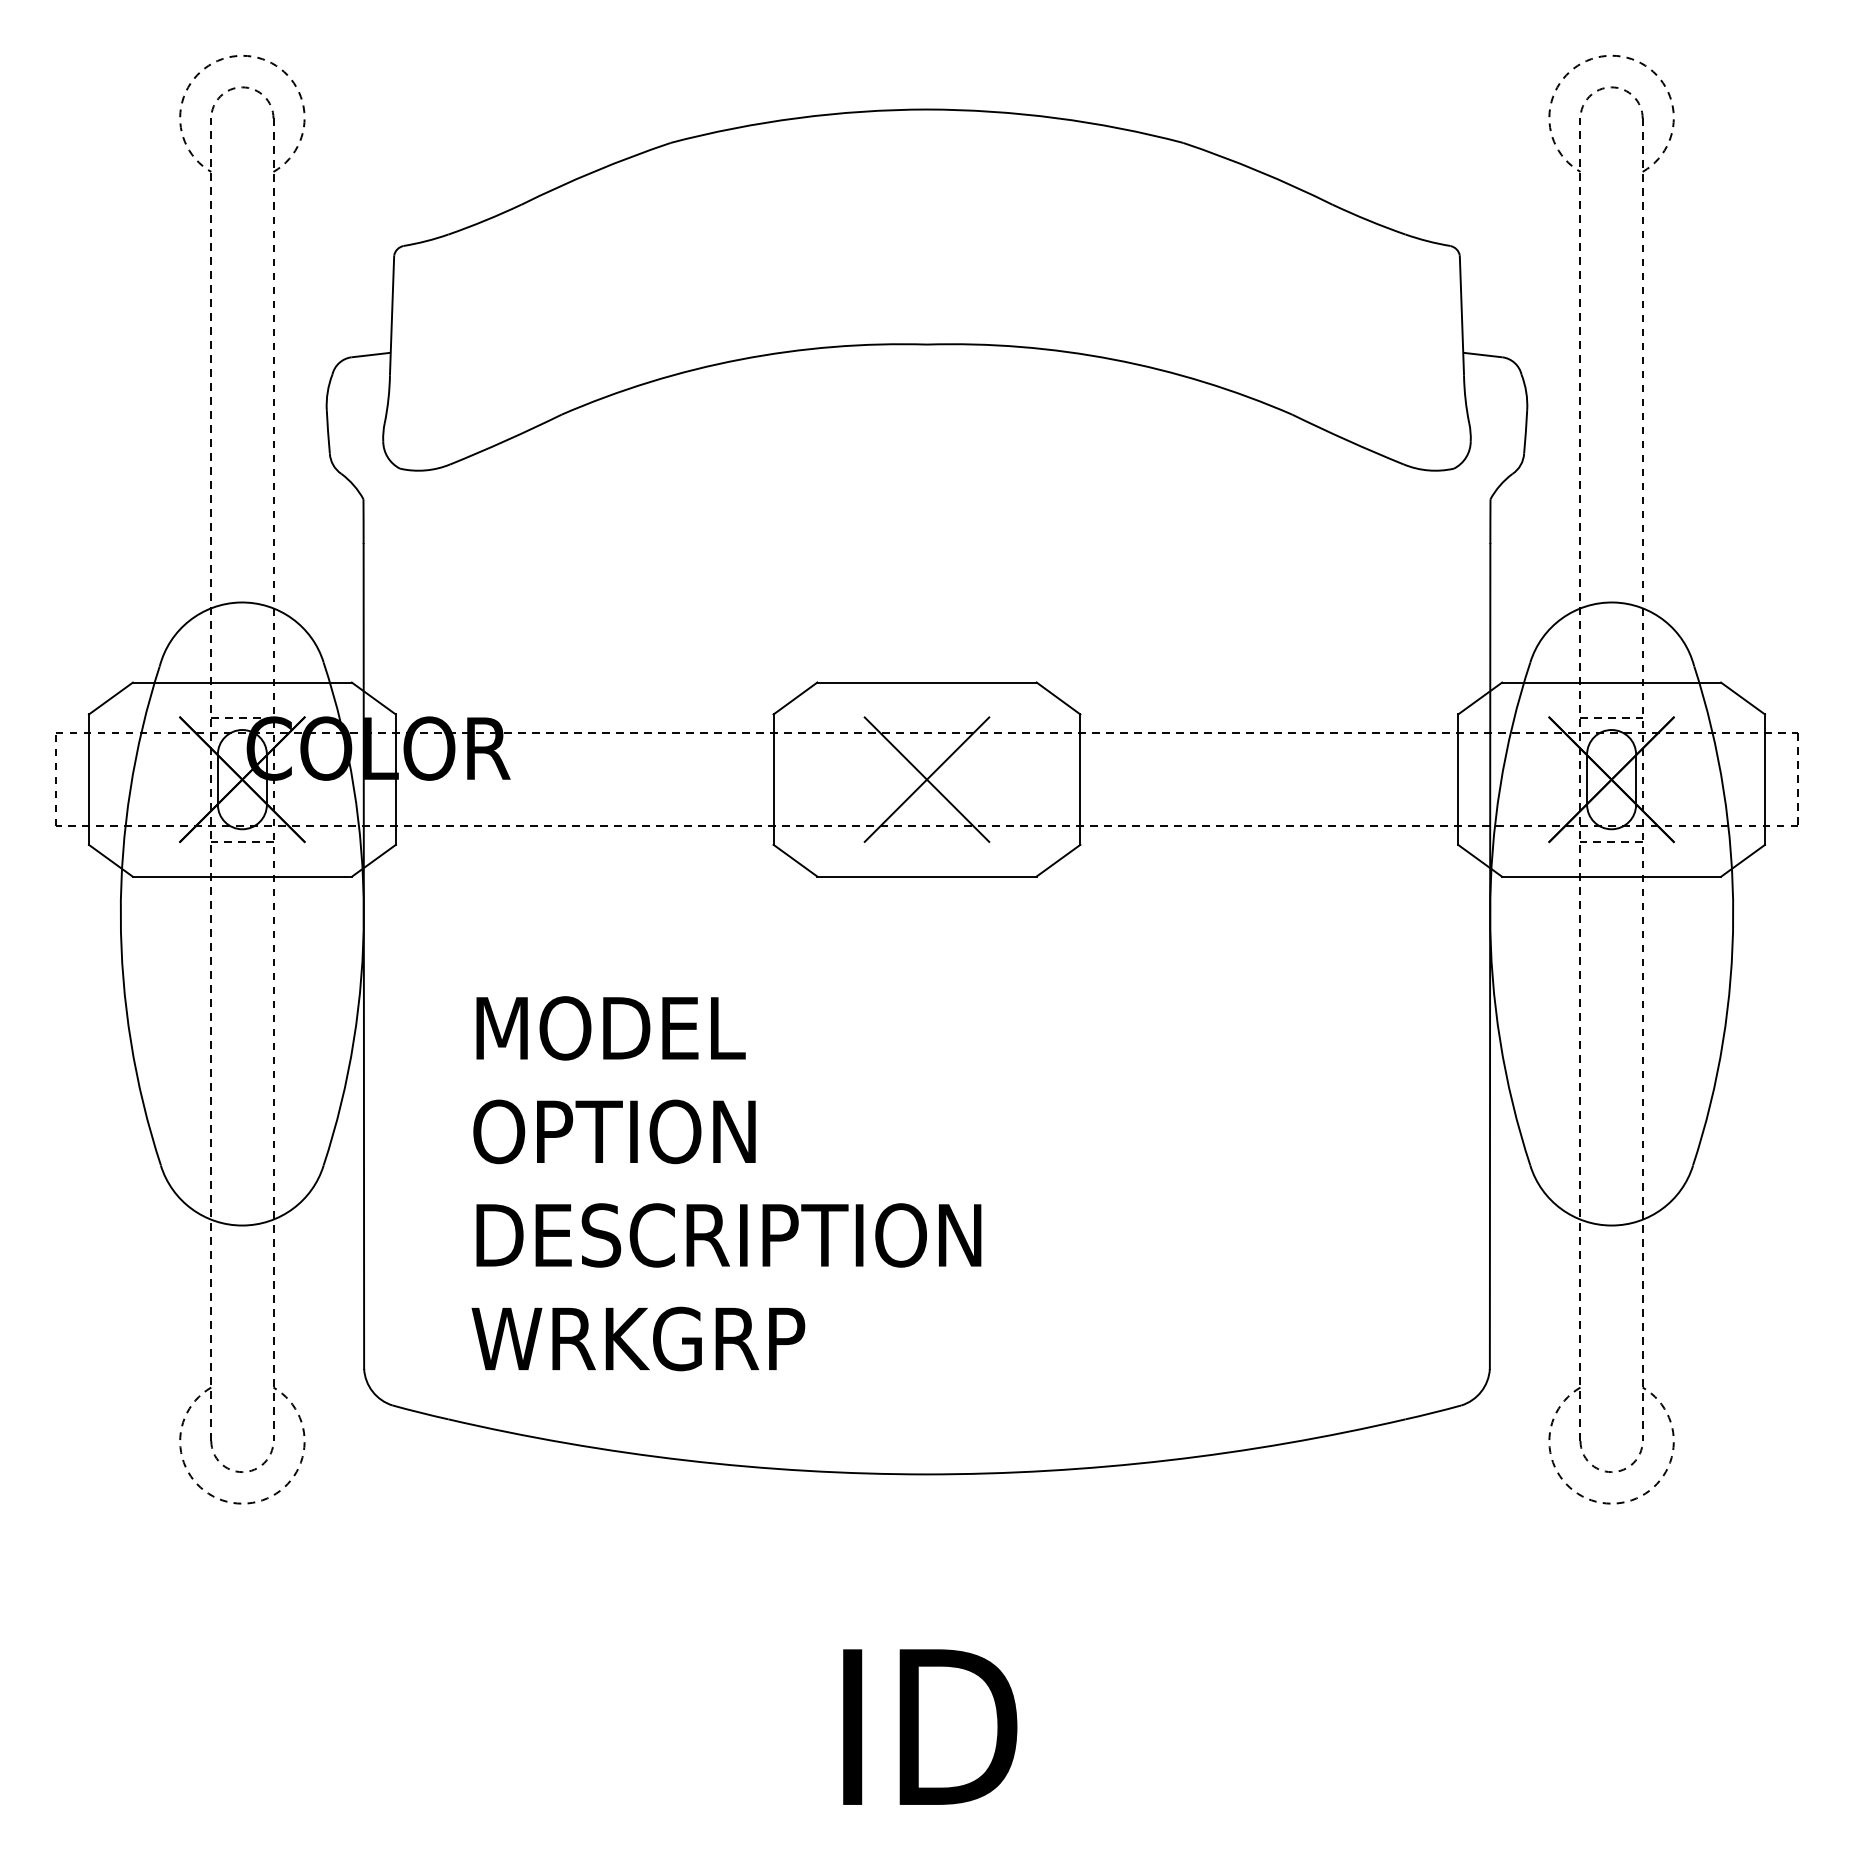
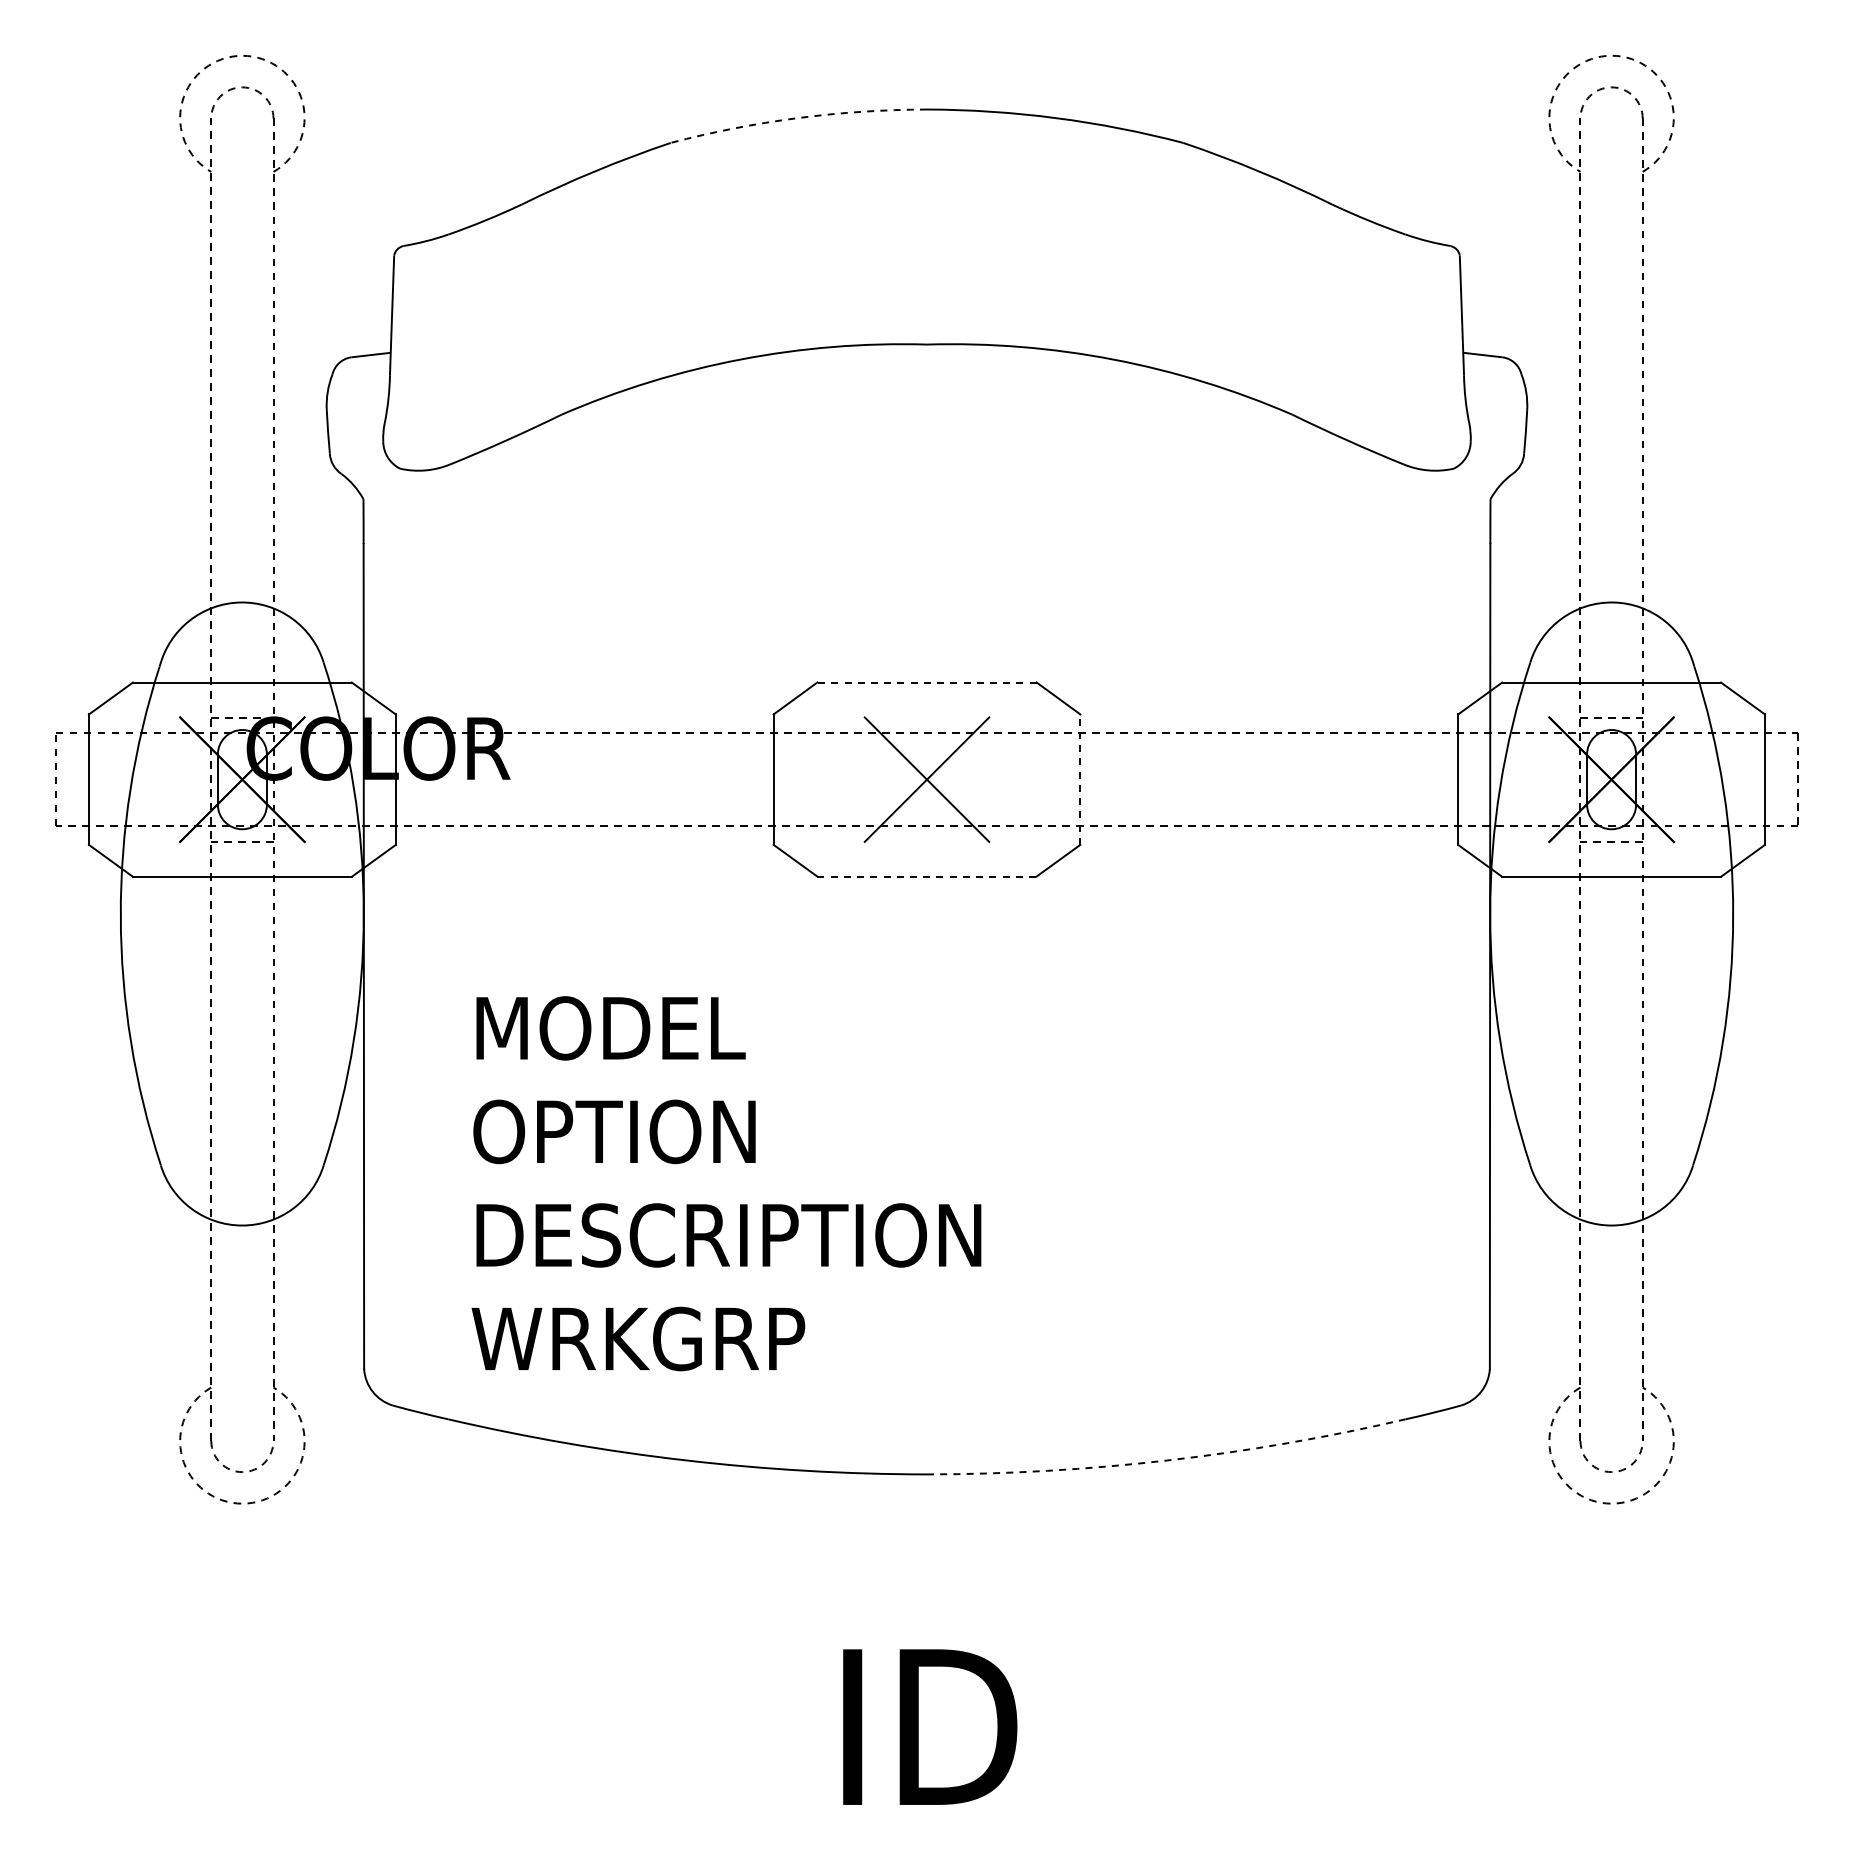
arc at (797, 118): solid -> dashed
line at (927, 682): solid -> dashed
line at (1080, 779): solid -> dashed
line at (927, 876): solid -> dashed
arc at (1167, 1460): solid -> dashed
